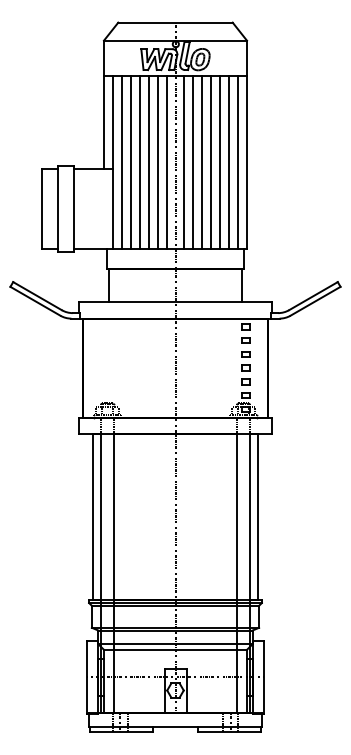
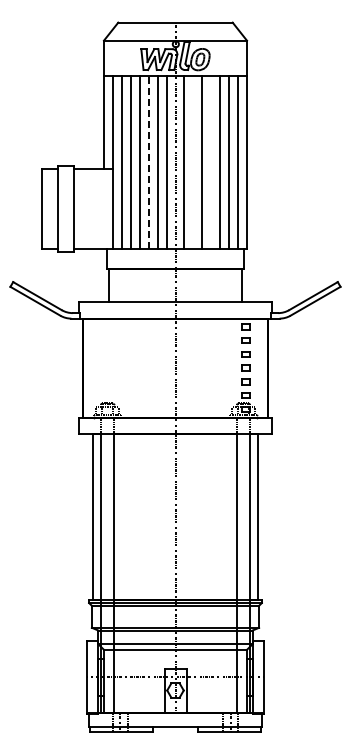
line at (148, 161): solid -> dashed
line at (193, 161): present -> none
line at (211, 161): present -> none
